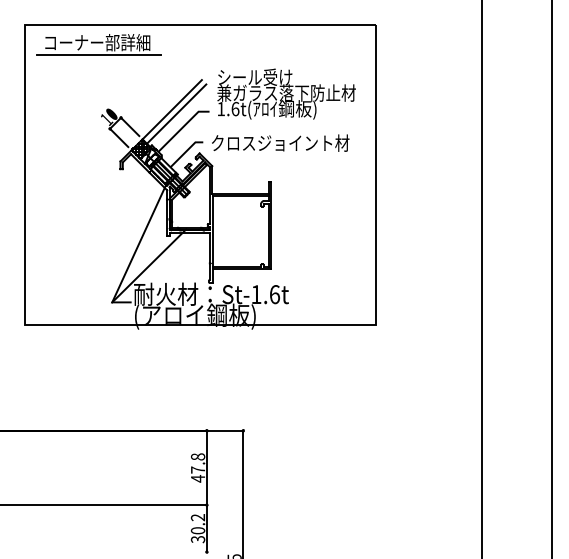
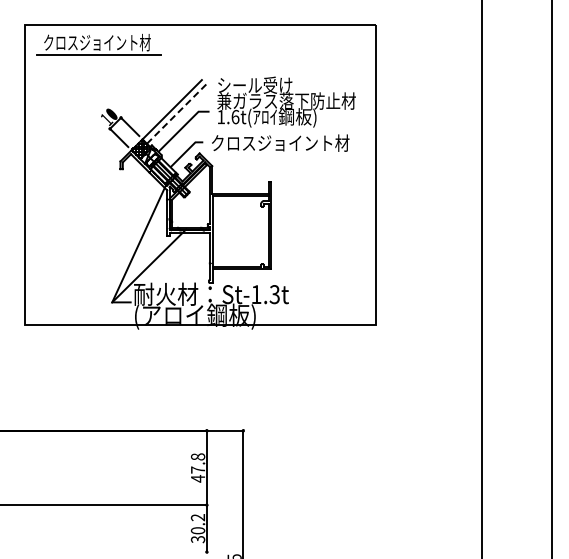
text at (97, 42): コーナー部詳細 -> クロスジョイント材
text at (286, 93) position: (286, 93) -> (286, 101)
line at (176, 114): solid -> dashed
text at (274, 294): St-1.6t -> St-1.3t
